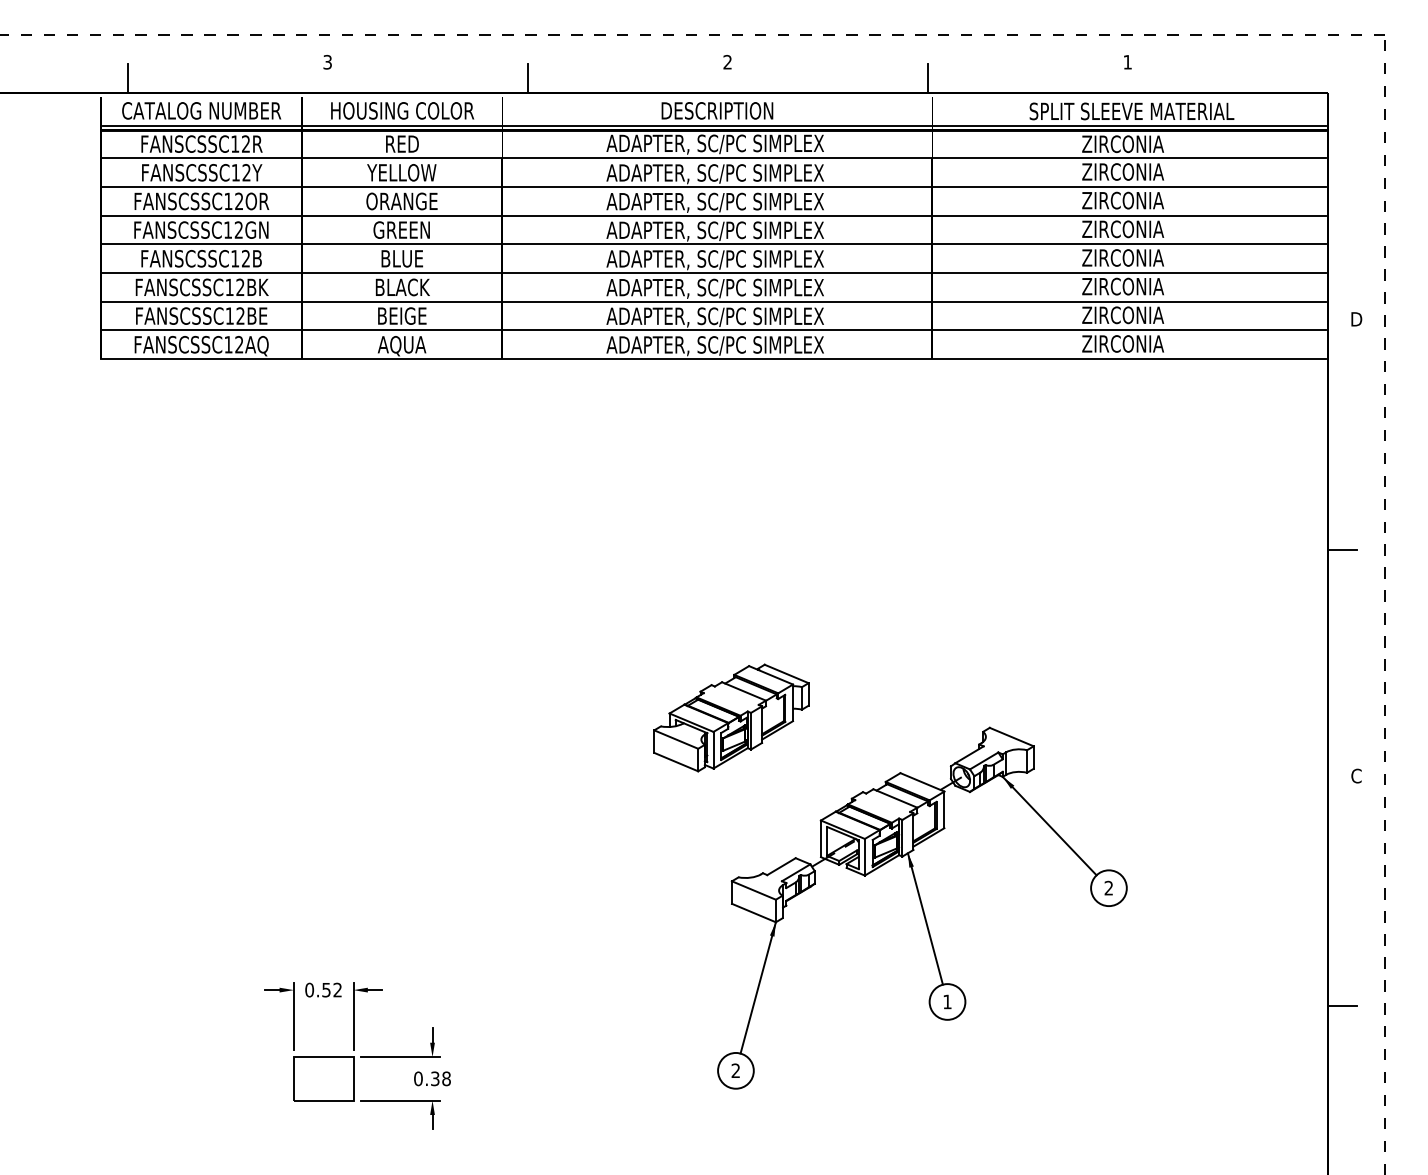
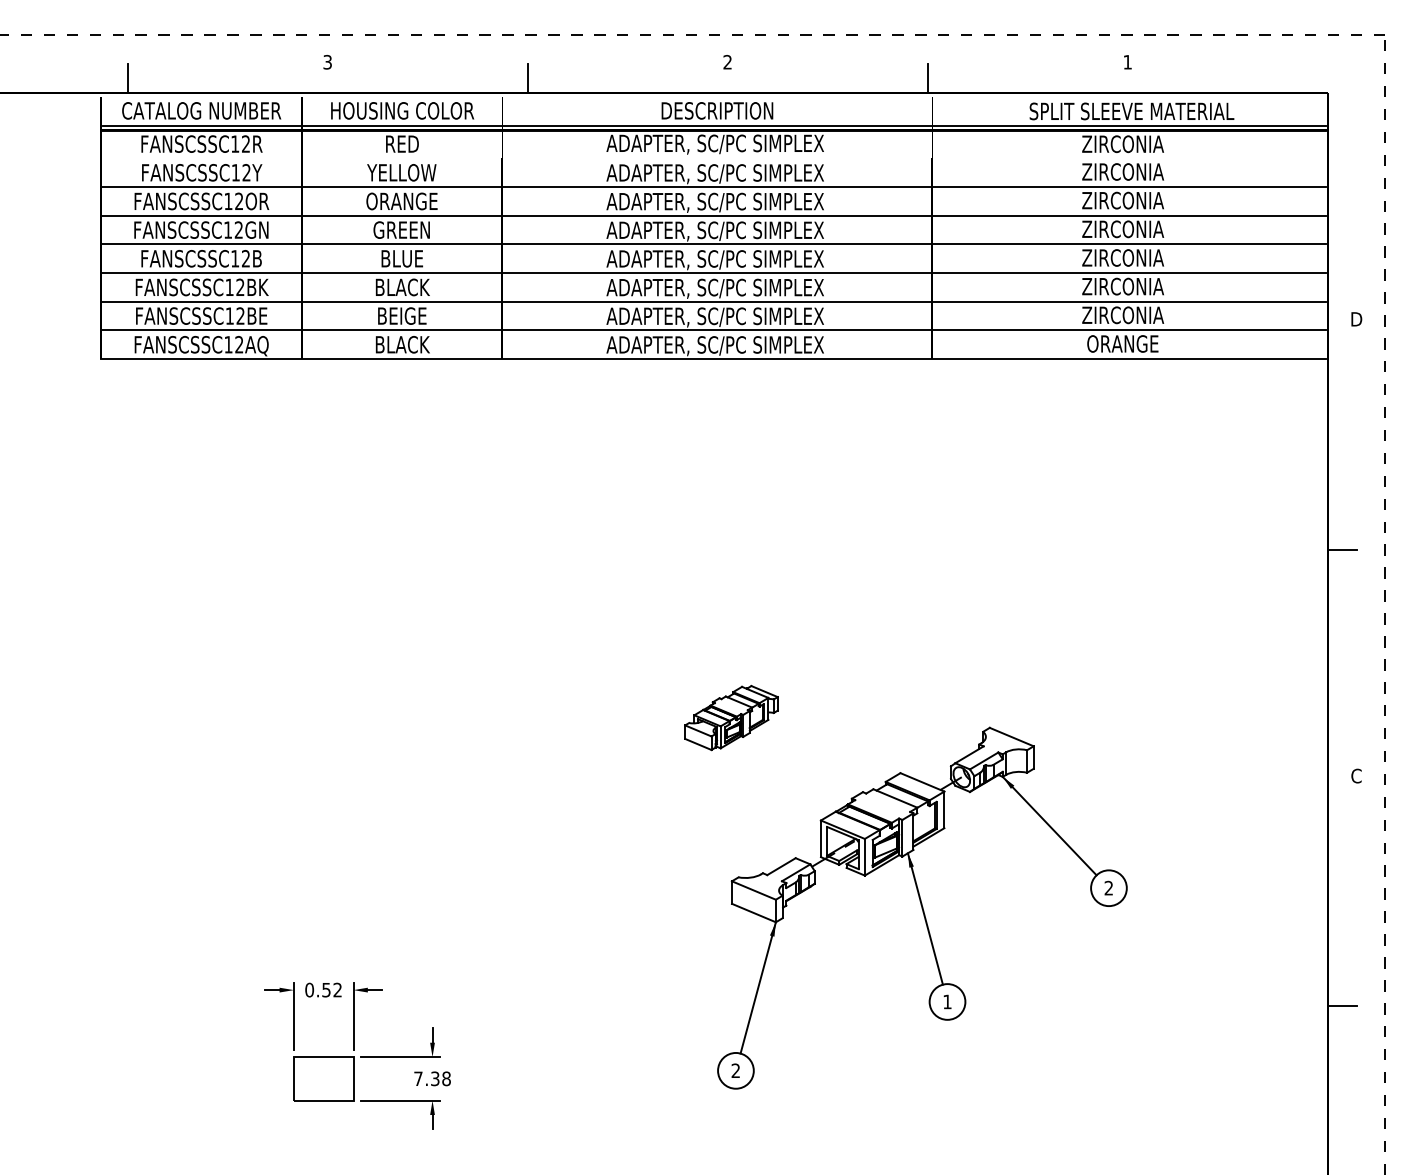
line at (713, 158): present -> none
text at (1123, 343): ZIRCONIA -> ORANGE
text at (402, 346): AQUA -> BLACK
part at (731, 717) size: 157x110 px -> 95x67 px
text at (418, 1078): 0.38 -> 7.38
